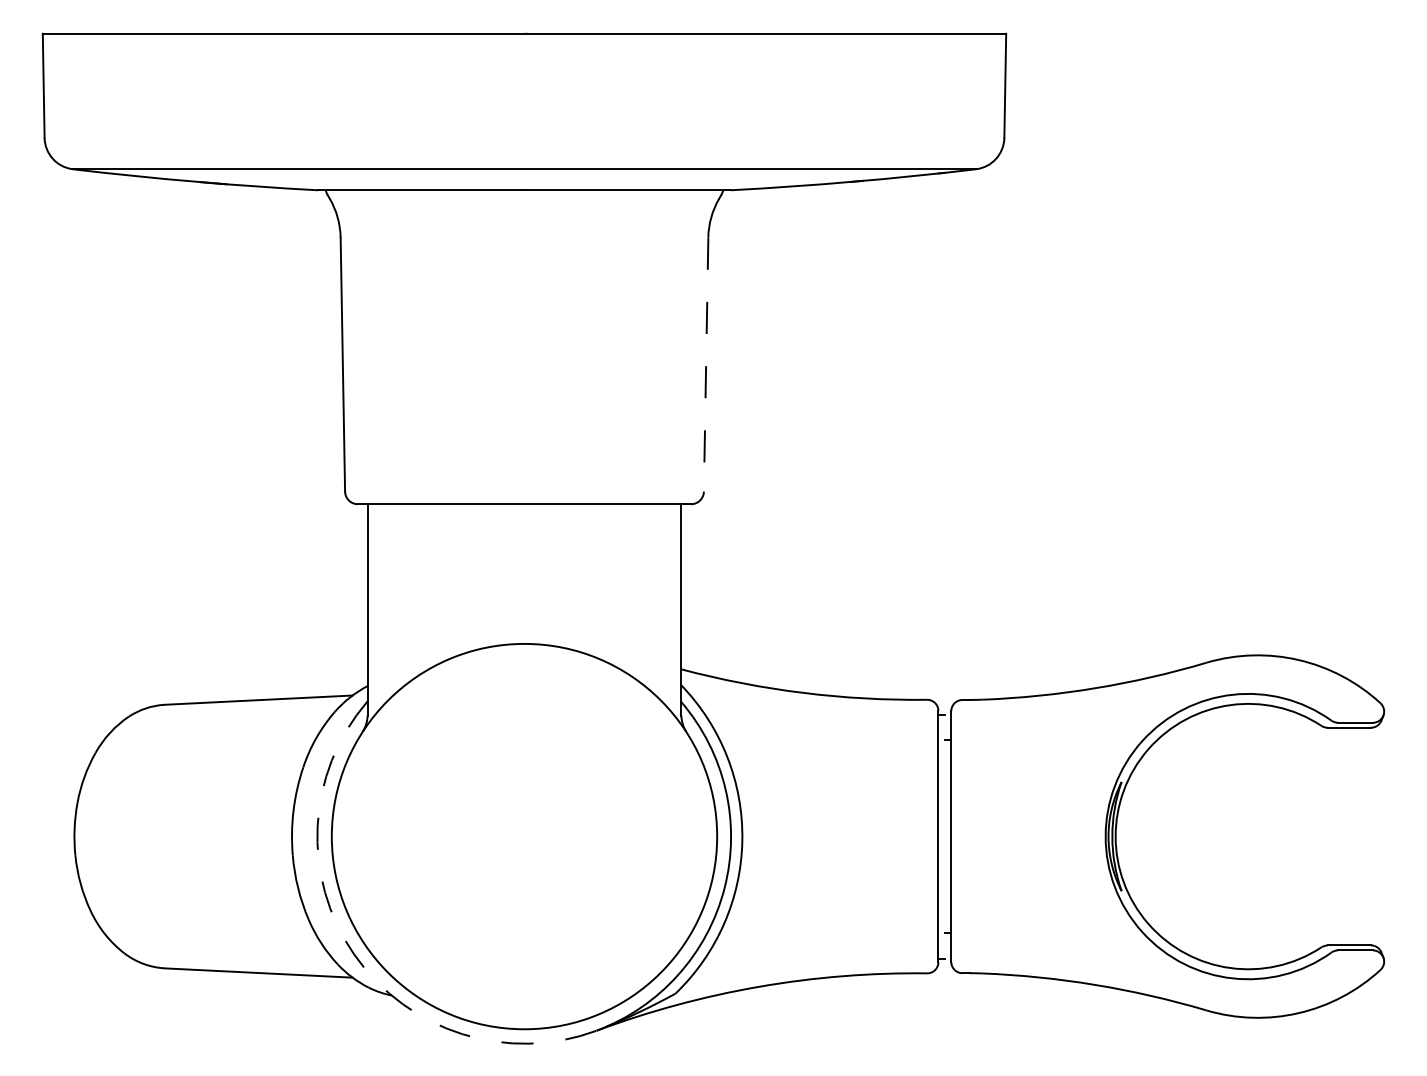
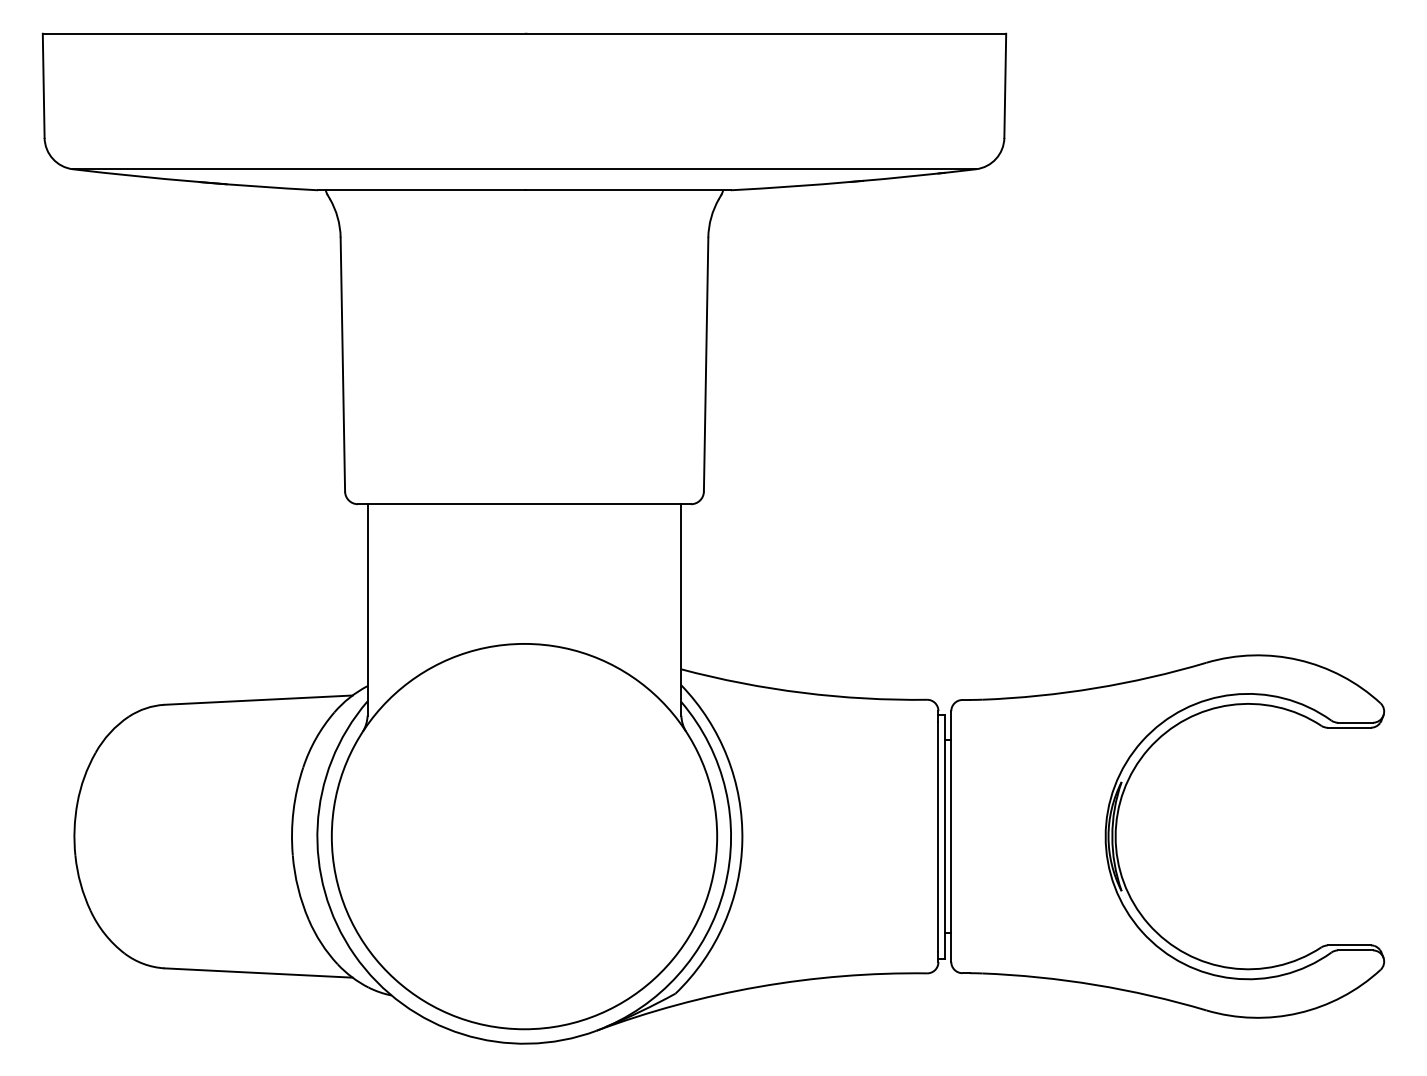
line at (706, 364): dashed -> solid
line at (944, 836): none -> present
arc at (354, 954): dashed -> solid
